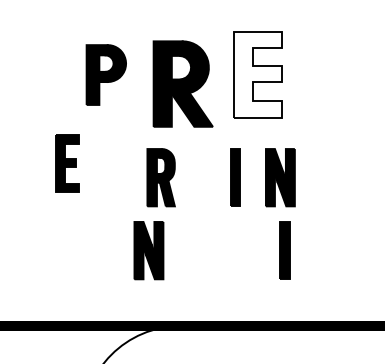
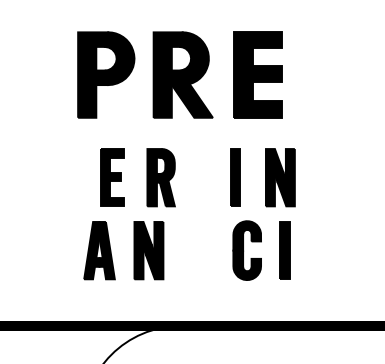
part at (105, 74) size: 42x62 px -> 59x88 px
fill at (257, 74): none -> present
part at (182, 83) position: (182, 83) -> (182, 74)
part at (67, 163) position: (67, 163) -> (112, 177)
part at (99, 250): none -> present
part at (246, 250): none -> present
